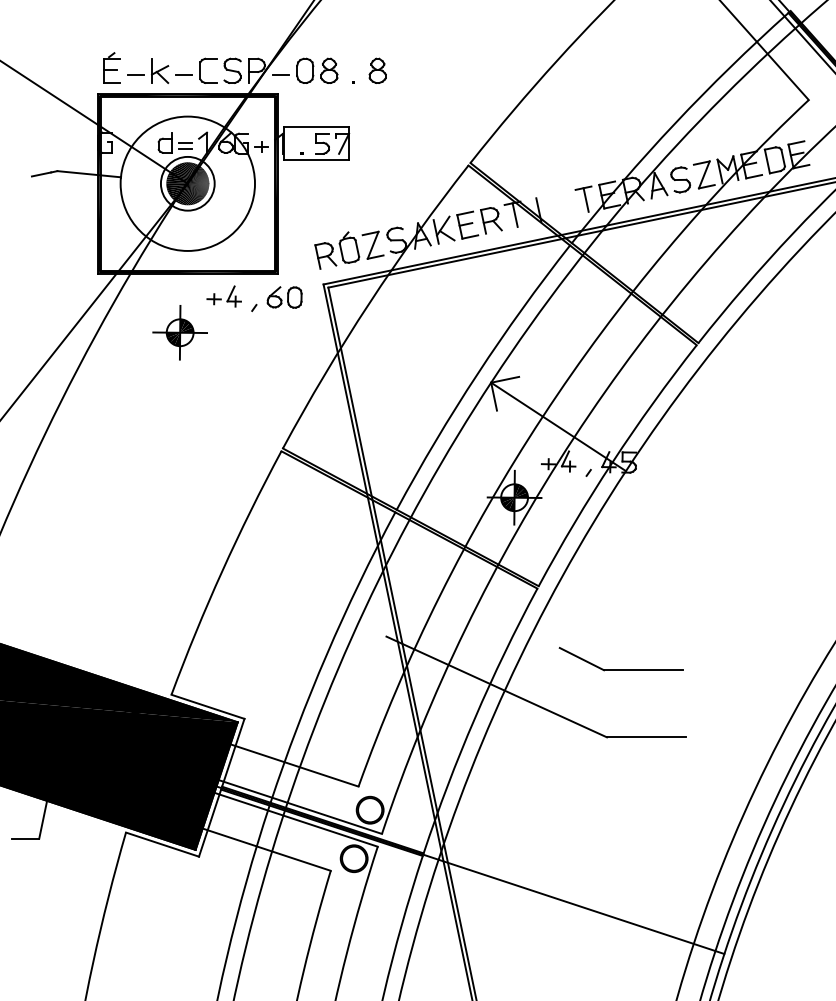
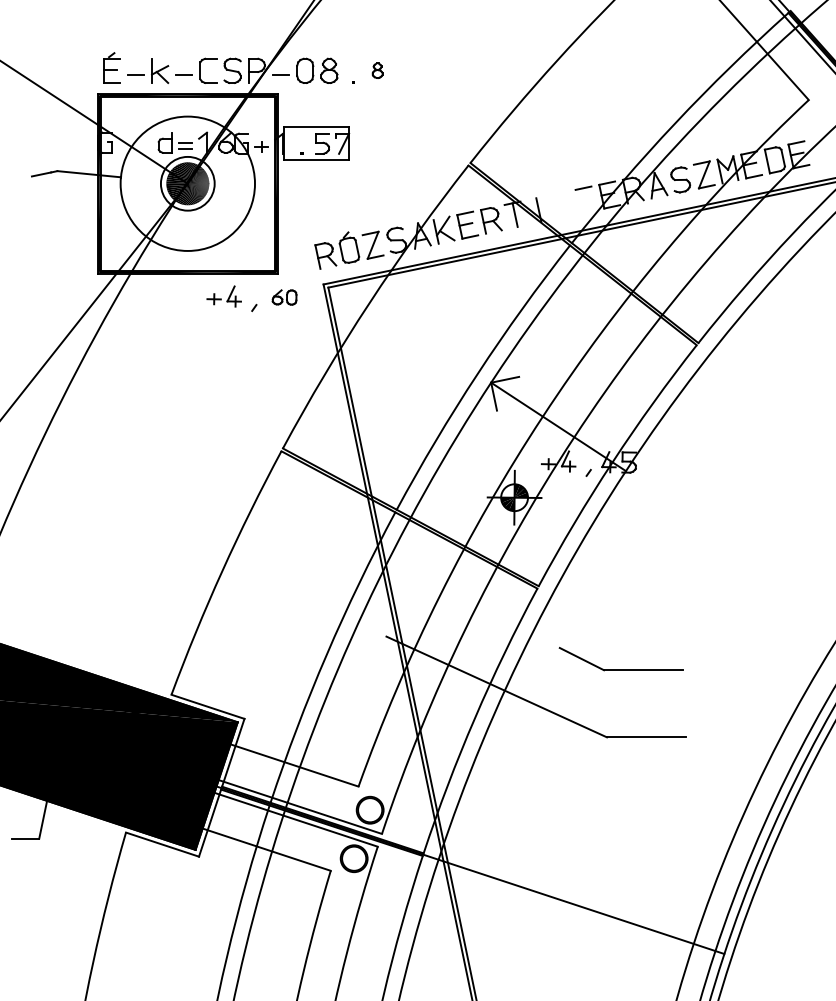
part at (377, 70) size: 19x27 px -> 13x17 px
line at (585, 199): present -> none
part at (284, 297) size: 37x23 px -> 27x17 px
part at (179, 332): present -> none
